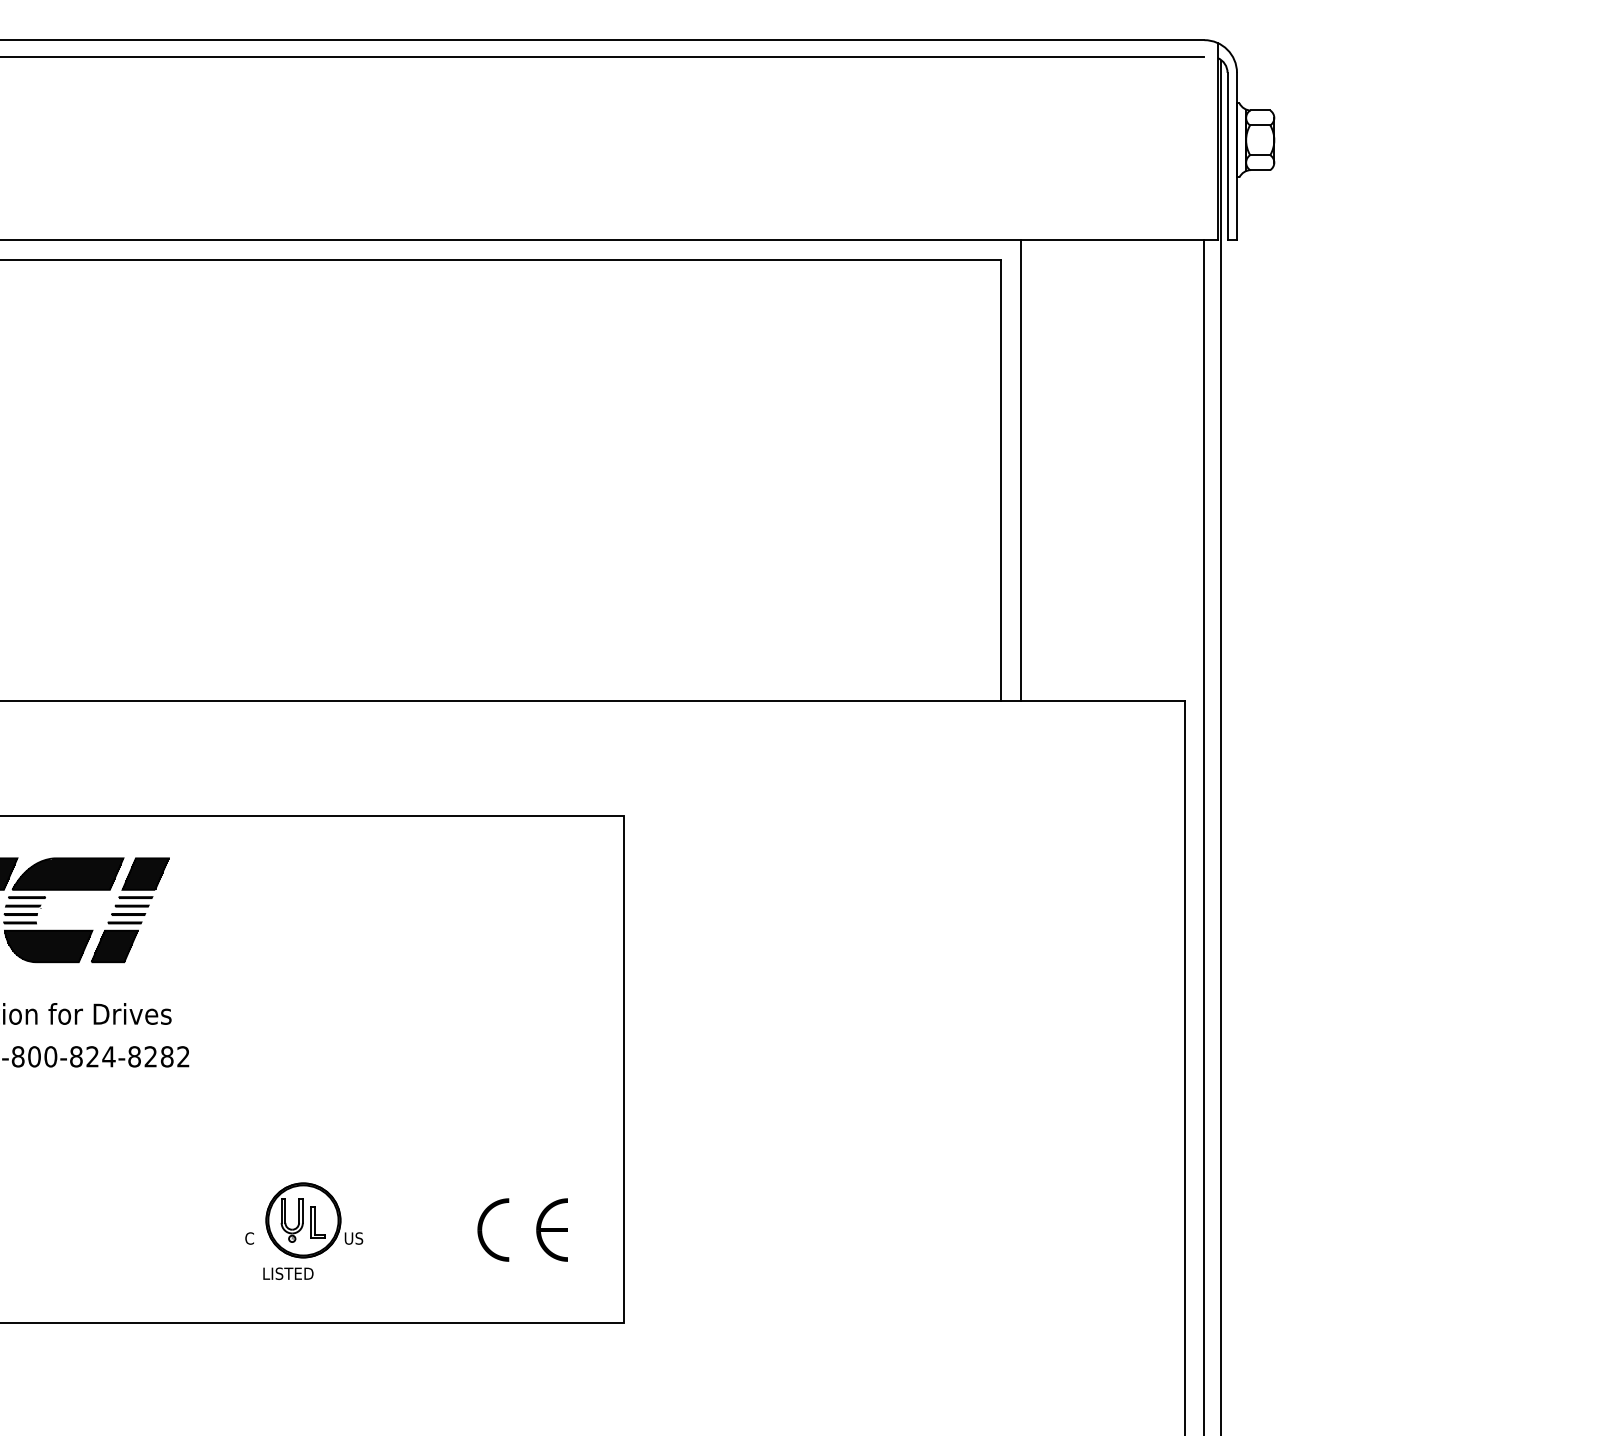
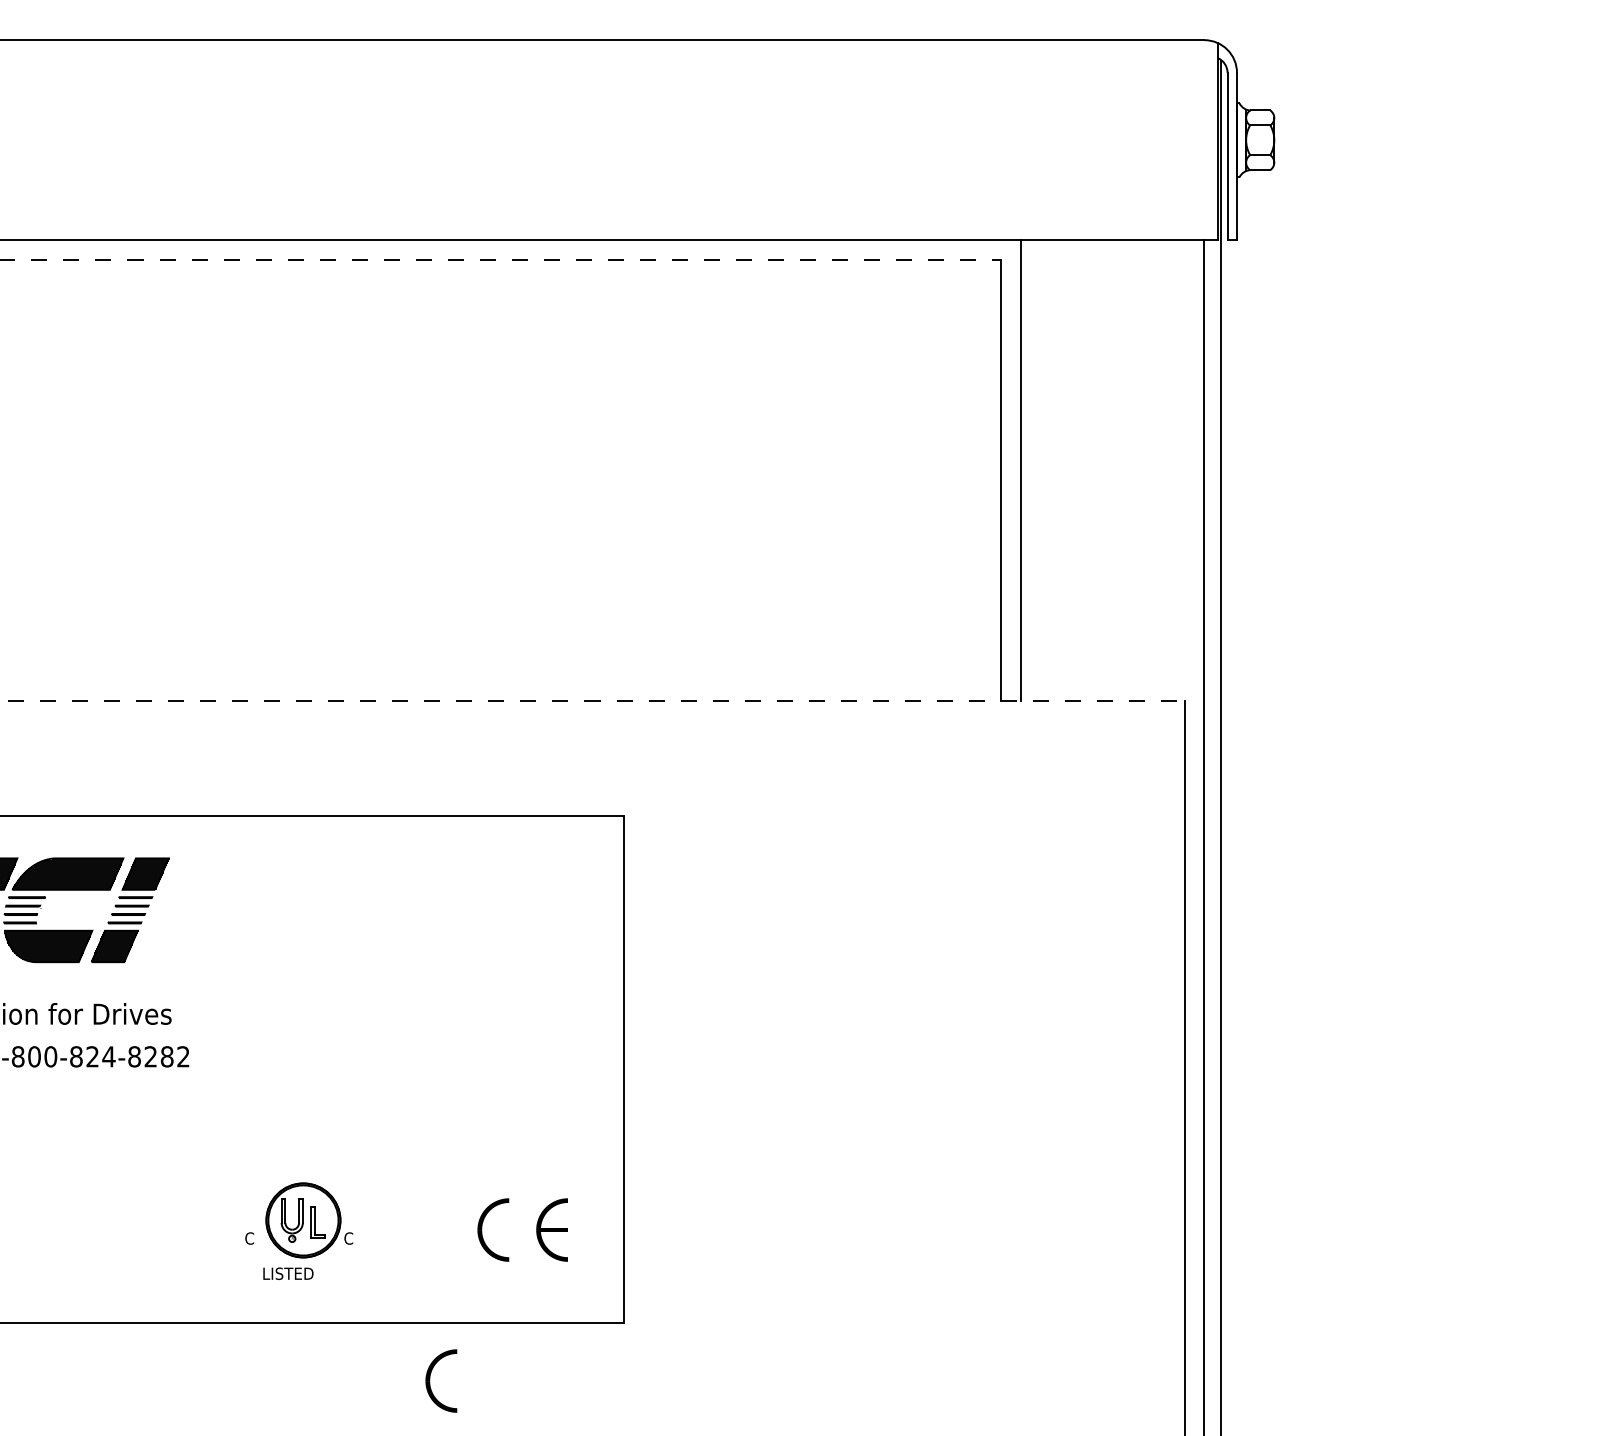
line at (603, 56): present -> none
line at (501, 260): solid -> dashed
line at (593, 700): solid -> dashed
text at (353, 1238): US -> C
part at (430, 1380): none -> present
